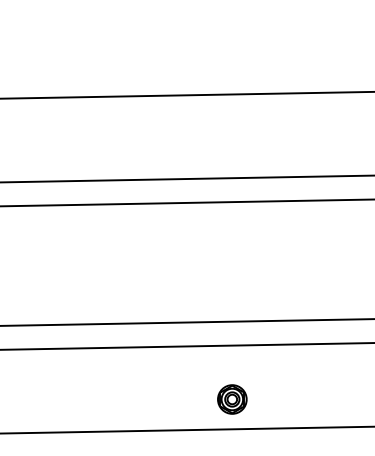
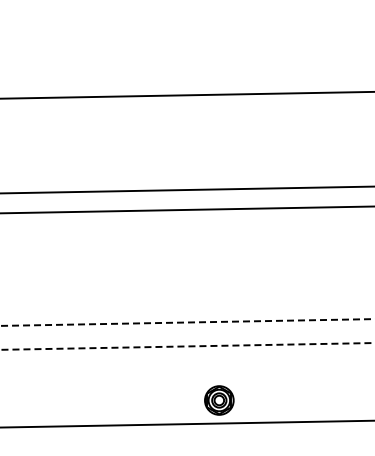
line at (186, 178) position: (186, 178) -> (186, 189)
line at (186, 202) position: (186, 202) -> (186, 209)
line at (186, 322): solid -> dashed
line at (187, 346): solid -> dashed
part at (232, 399) position: (232, 399) -> (219, 400)
line at (186, 429) position: (186, 429) -> (186, 423)
